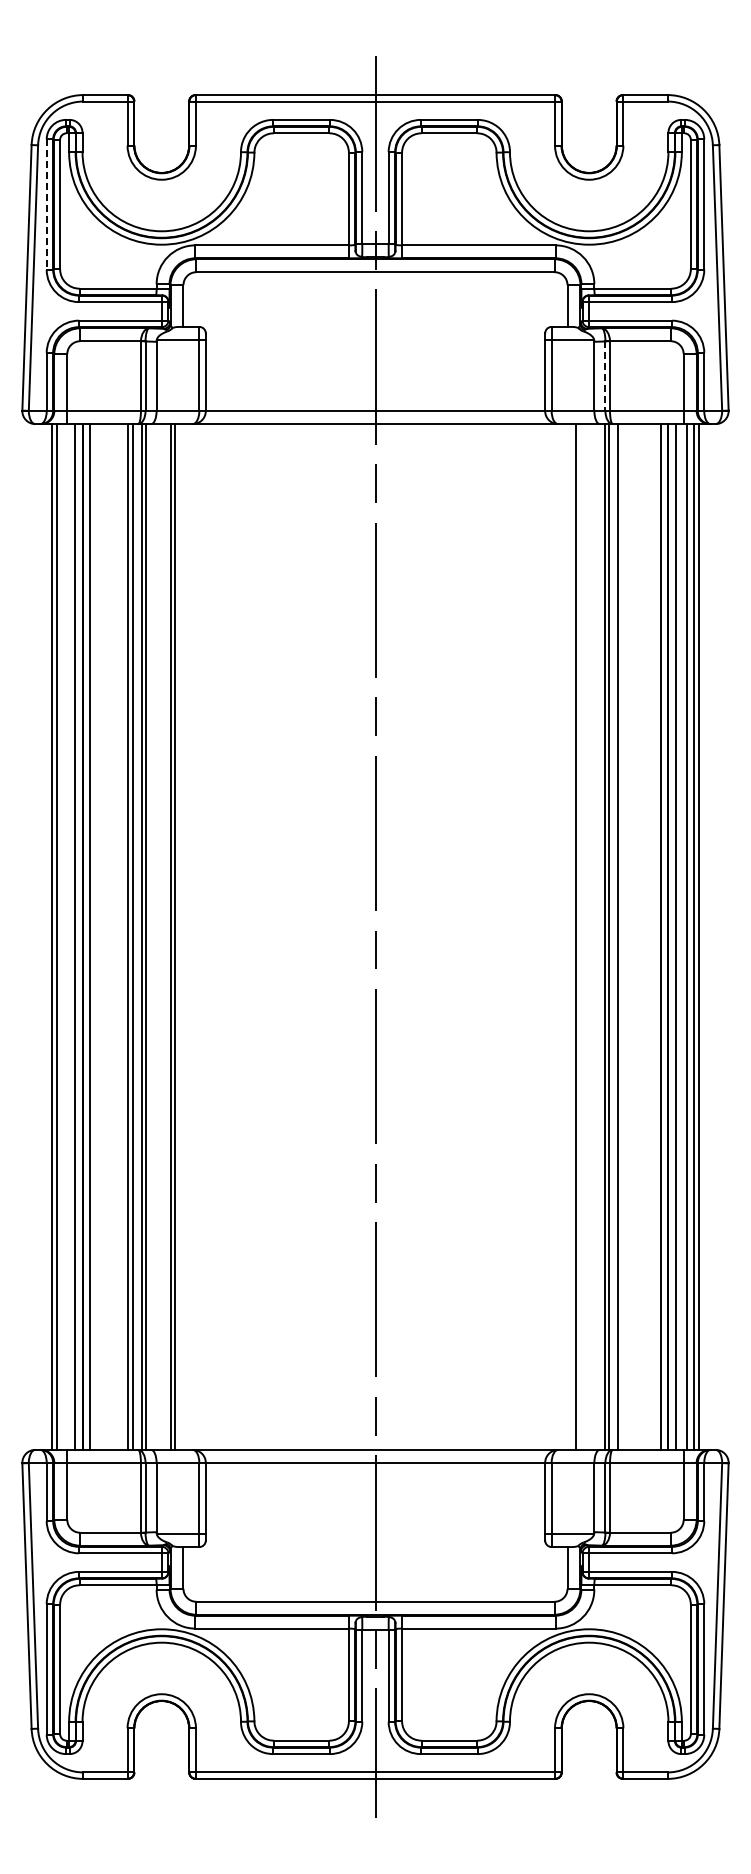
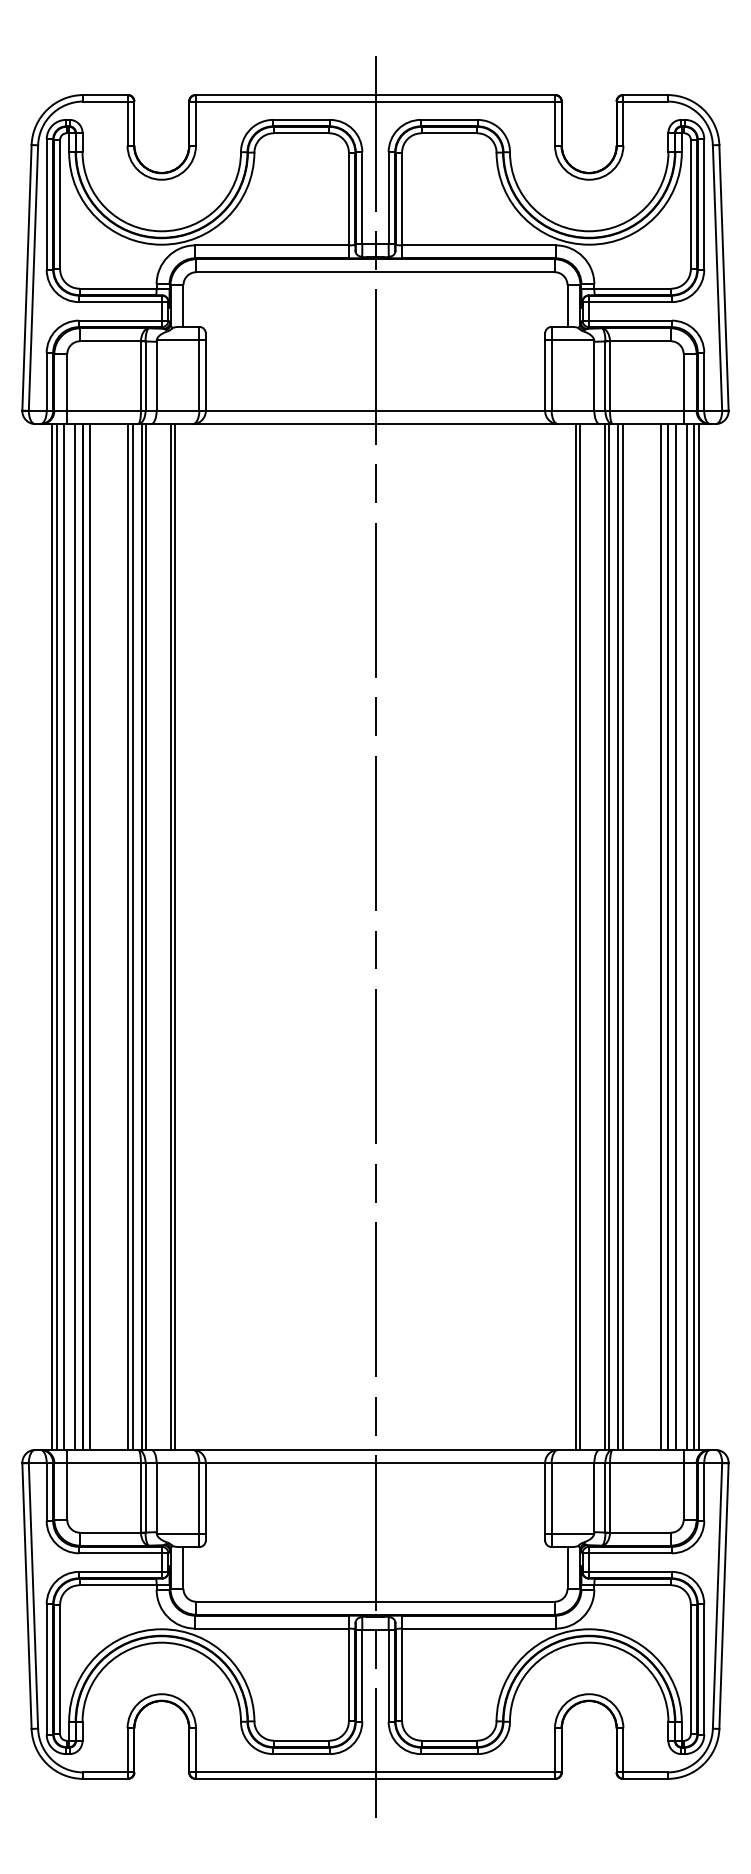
line at (46, 205): dashed -> solid
line at (605, 376): dashed -> solid
line at (64, 936): none -> present
line at (580, 936): none -> present
line at (622, 936): none -> present
